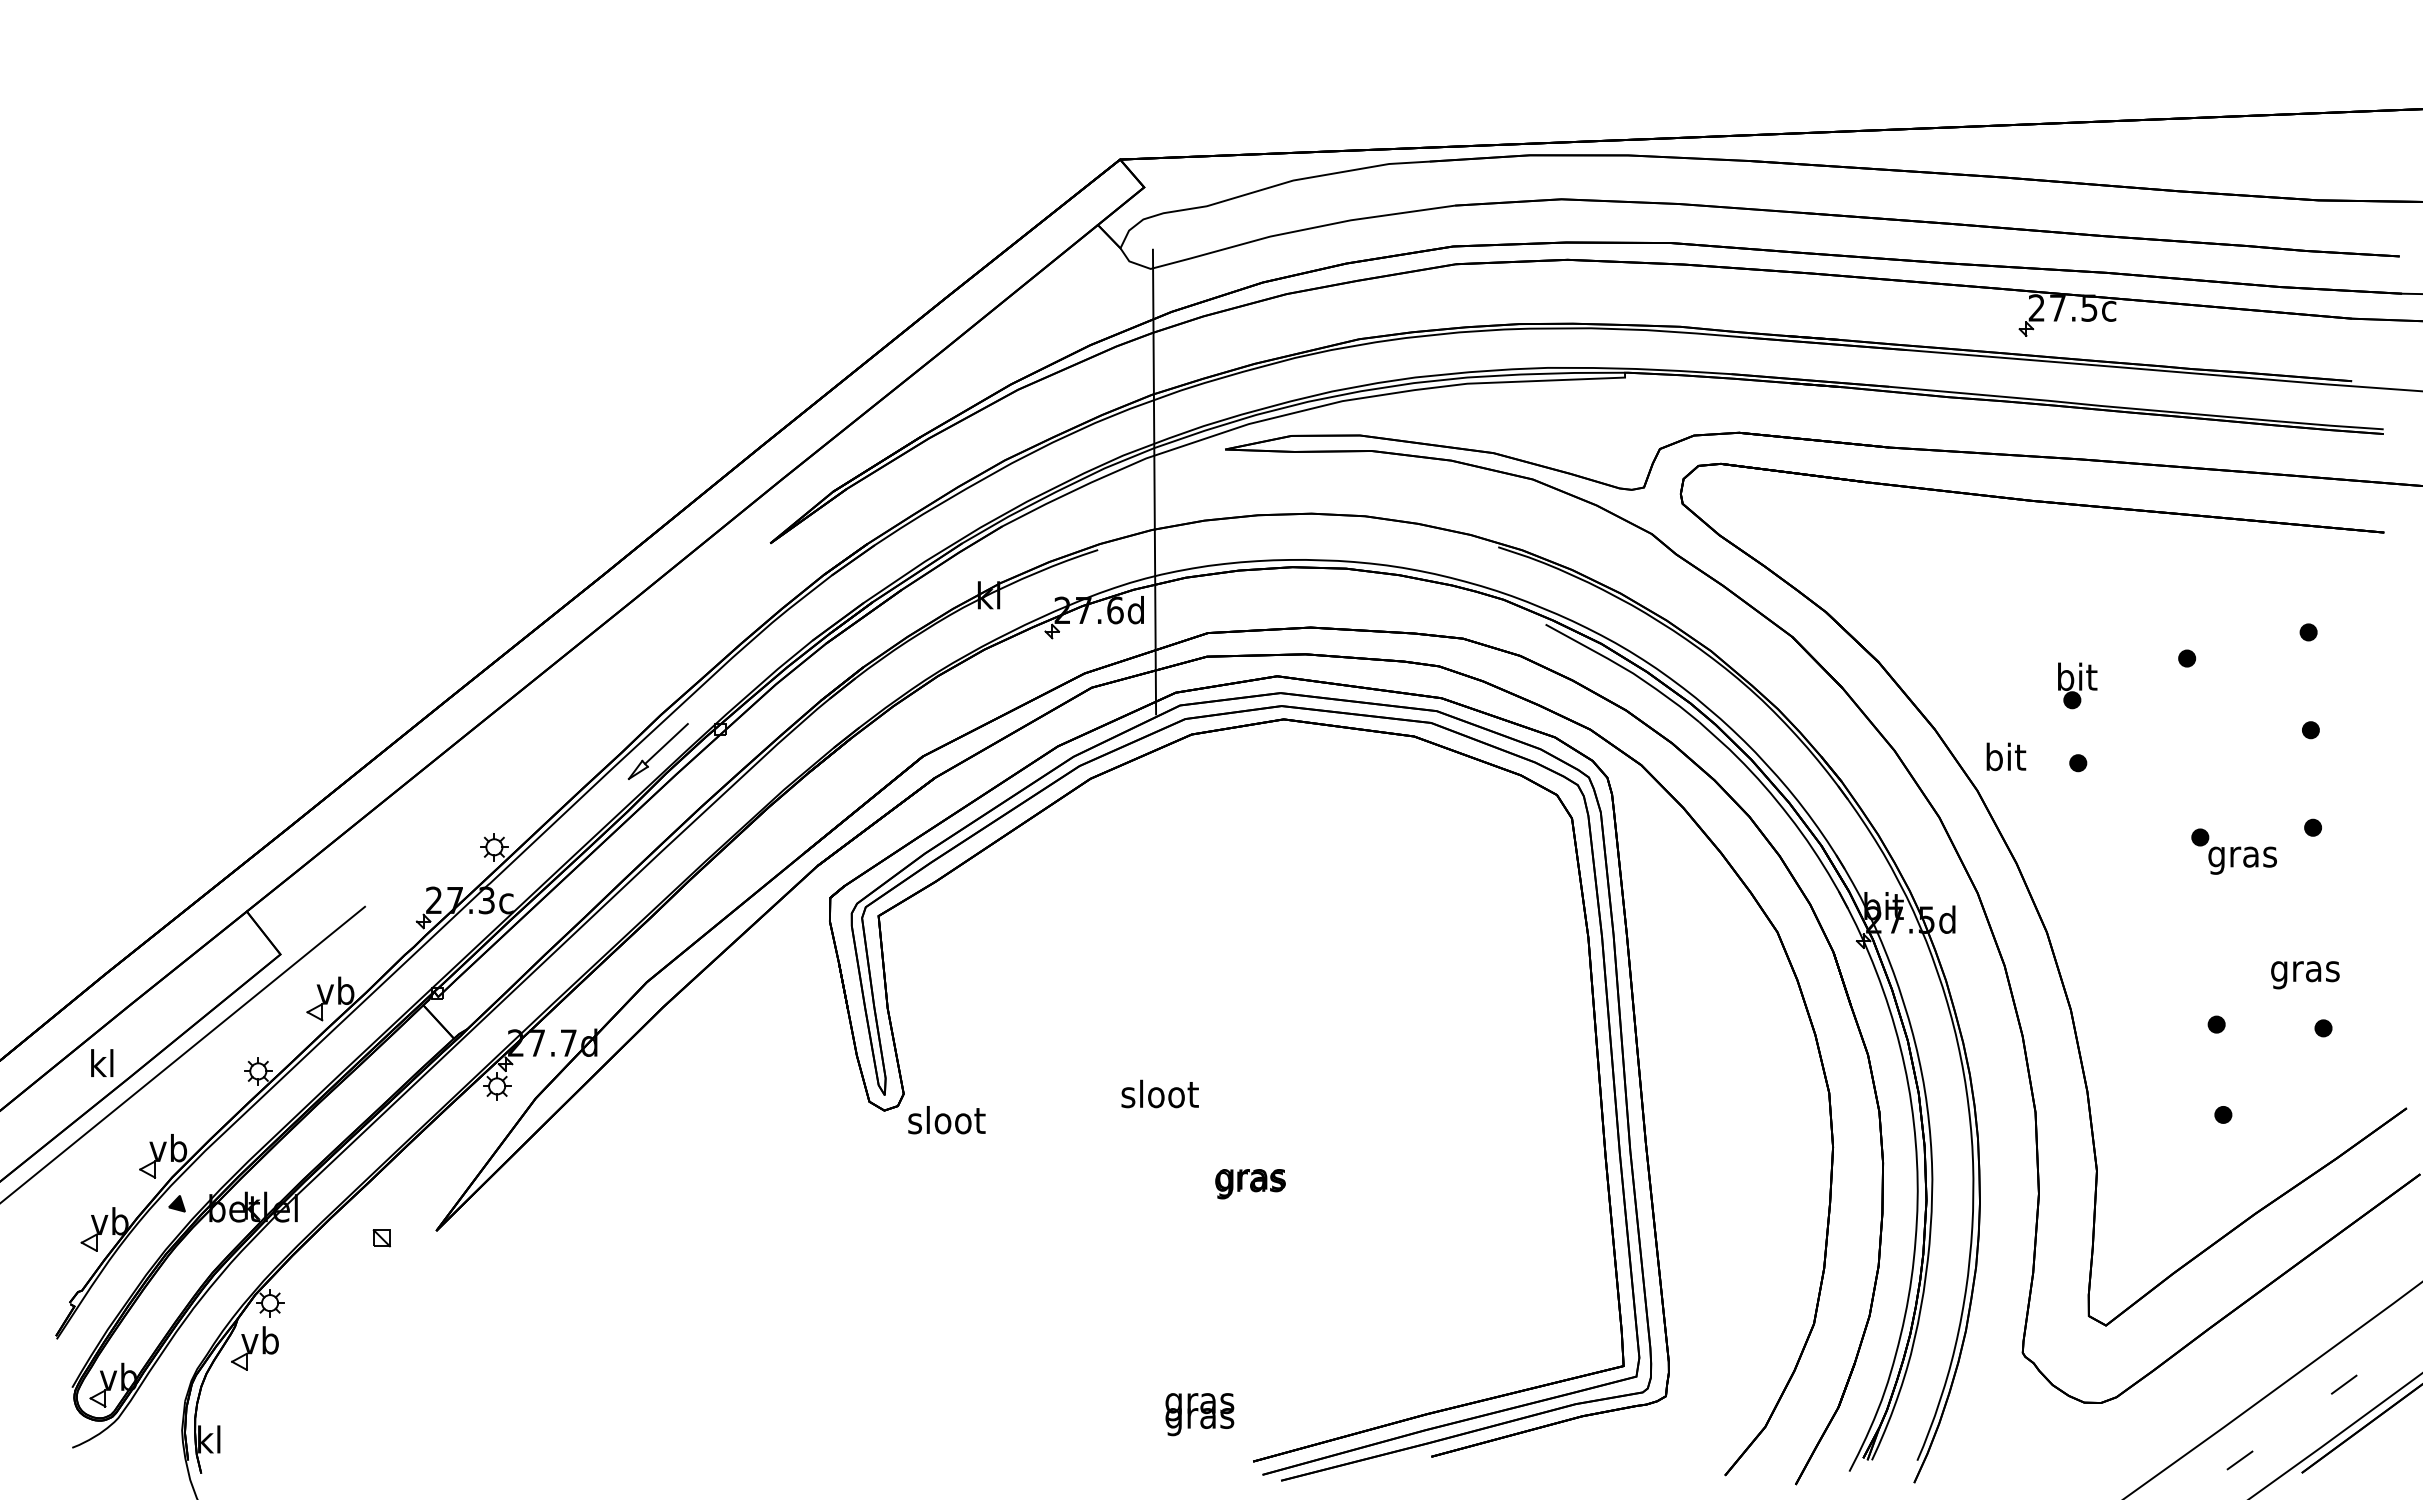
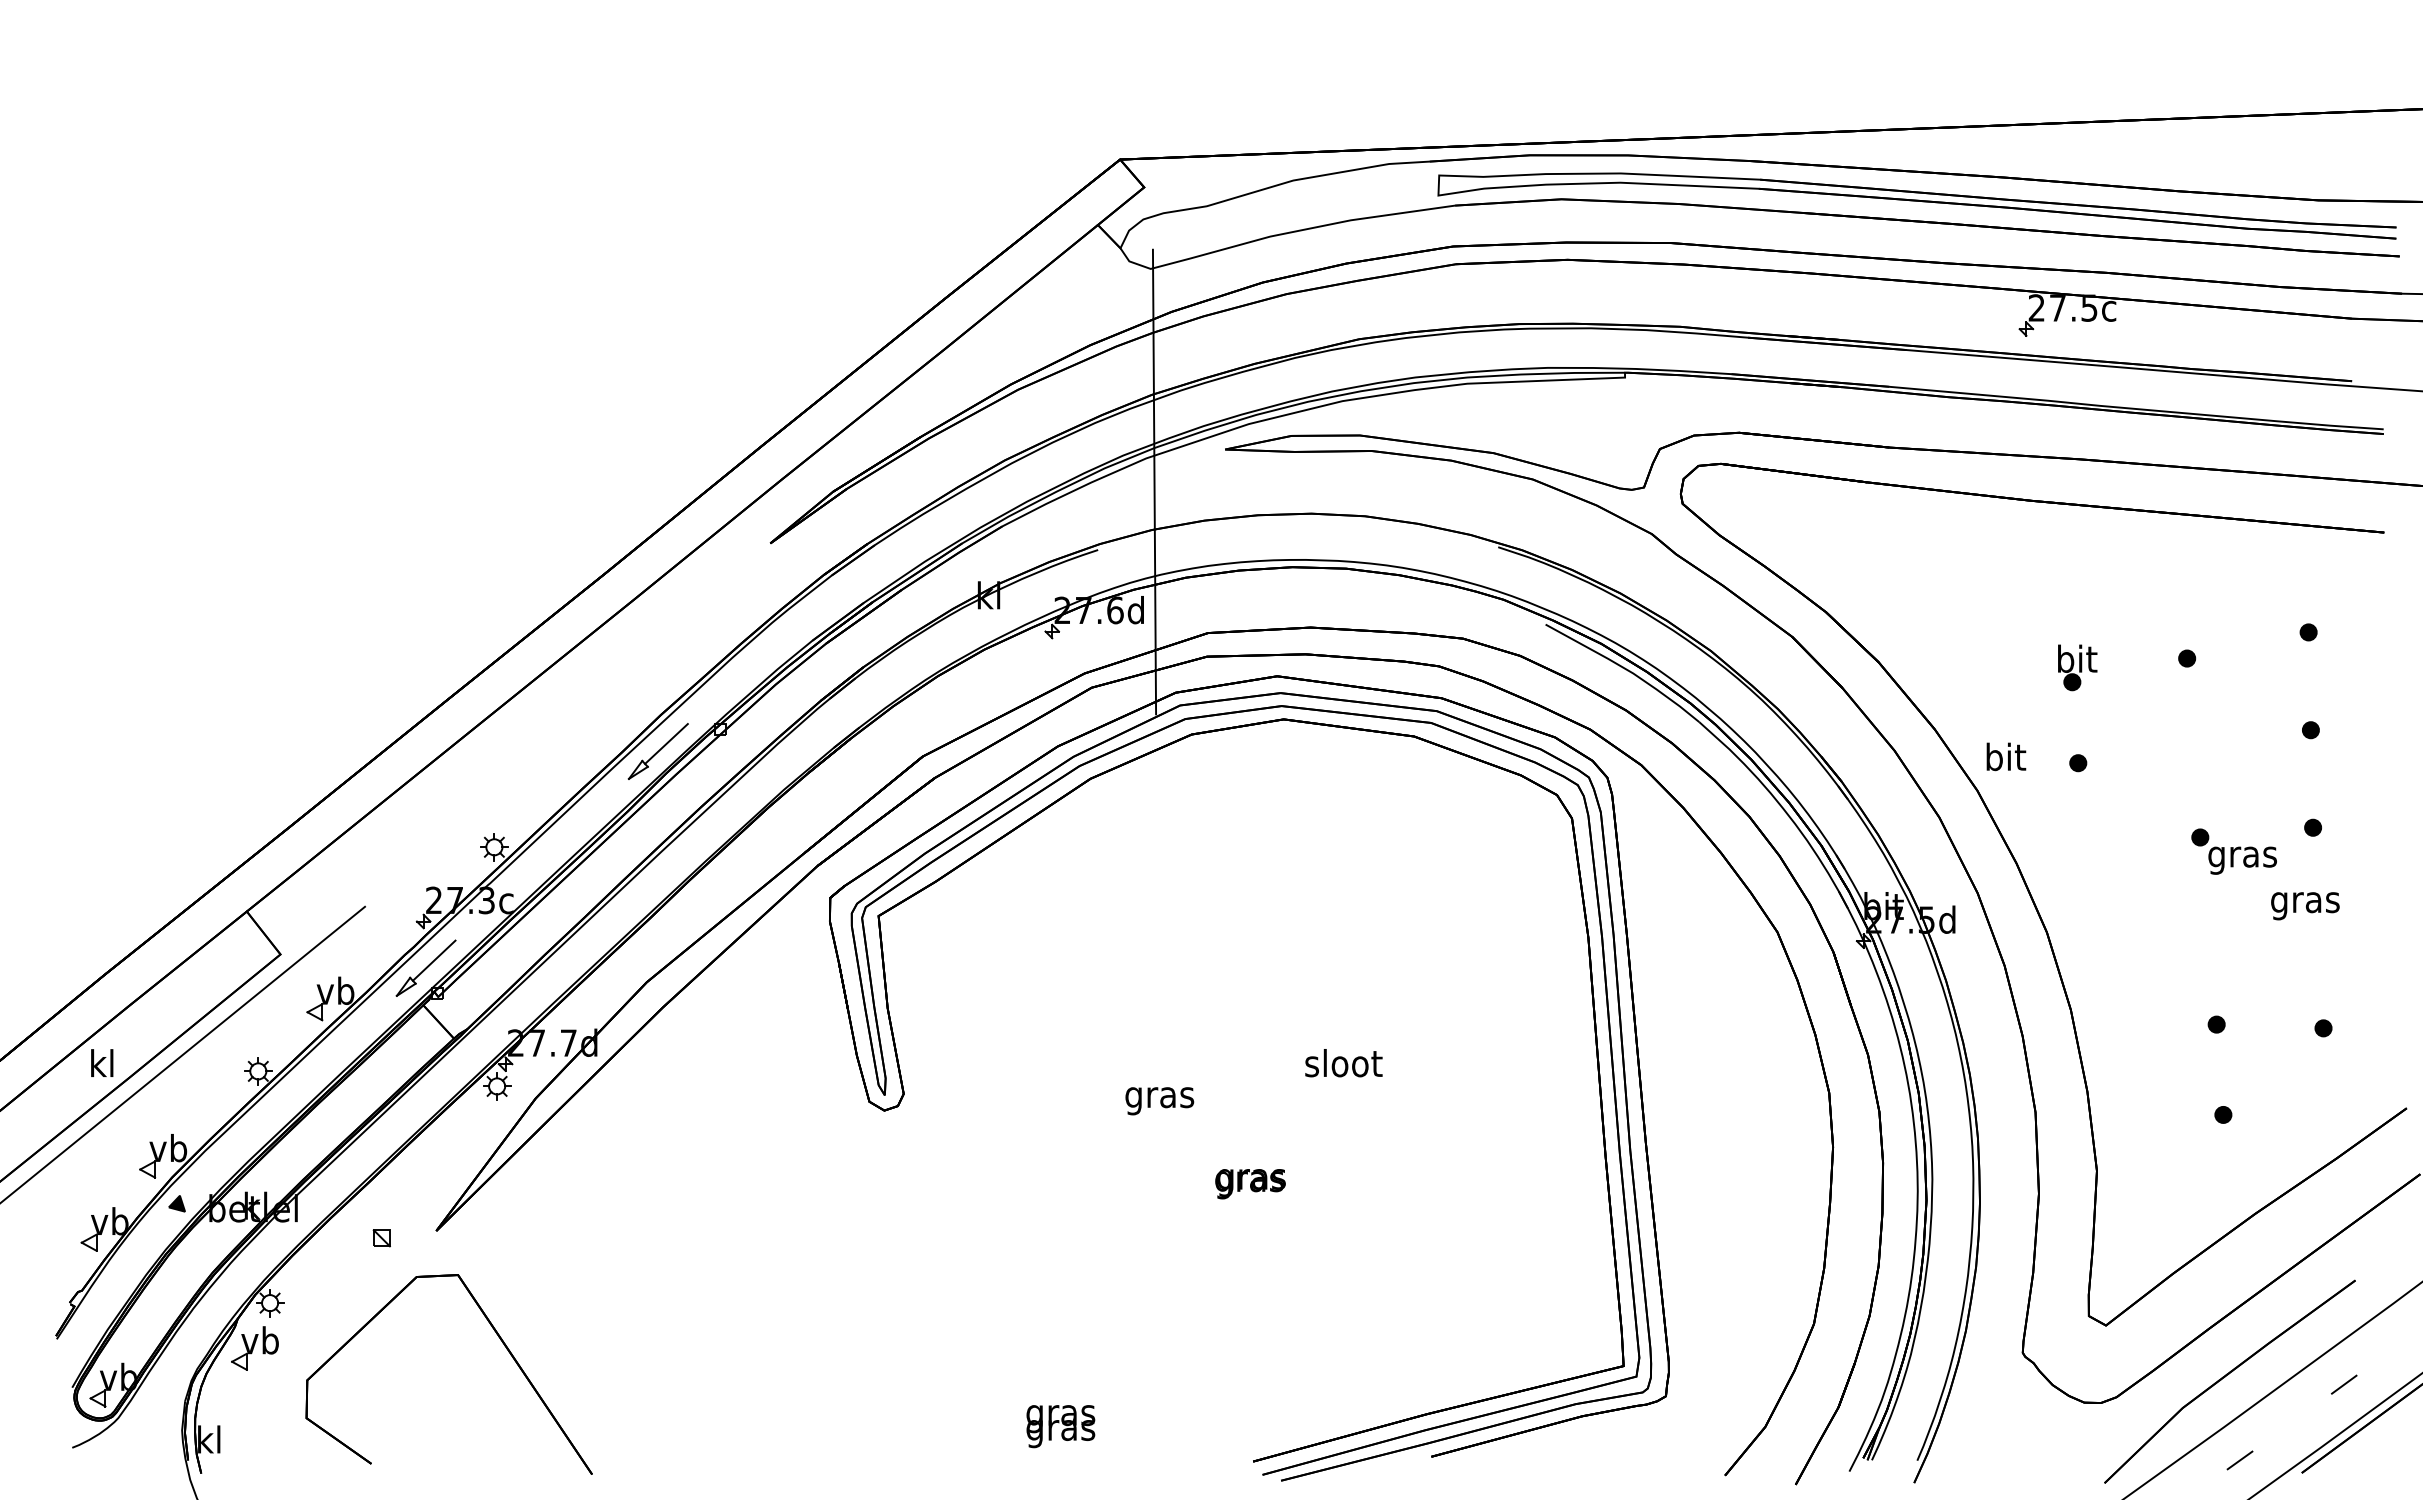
part at (1916, 205): none -> present
part at (2077, 685) position: (2077, 685) -> (2077, 667)
part at (425, 967): none -> present
text at (2305, 975) position: (2305, 975) -> (2305, 906)
text at (1159, 1097): sloot -> gras
text at (946, 1120) position: (946, 1120) -> (1343, 1063)
part at (500, 1340): none -> present
part at (2229, 1381): none -> present
text at (1199, 1414) position: (1199, 1414) -> (1060, 1426)
